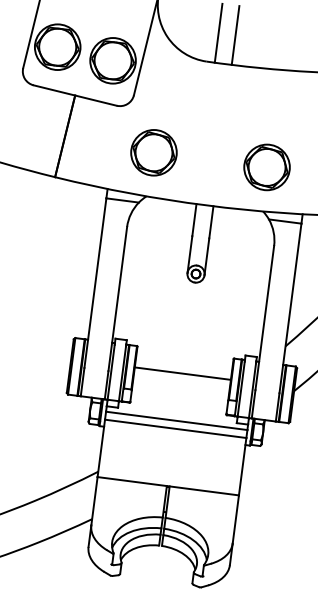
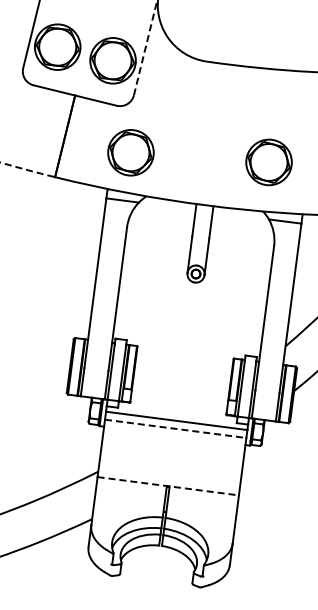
line at (218, 32): present -> none
line at (235, 35): present -> none
line at (145, 47): solid -> dashed
part at (153, 152) position: (153, 152) -> (130, 152)
part at (266, 167) position: (266, 167) -> (268, 162)
arc at (28, 170): solid -> dashed
line at (182, 373): present -> none
line at (176, 428): solid -> dashed
line at (168, 486): solid -> dashed
